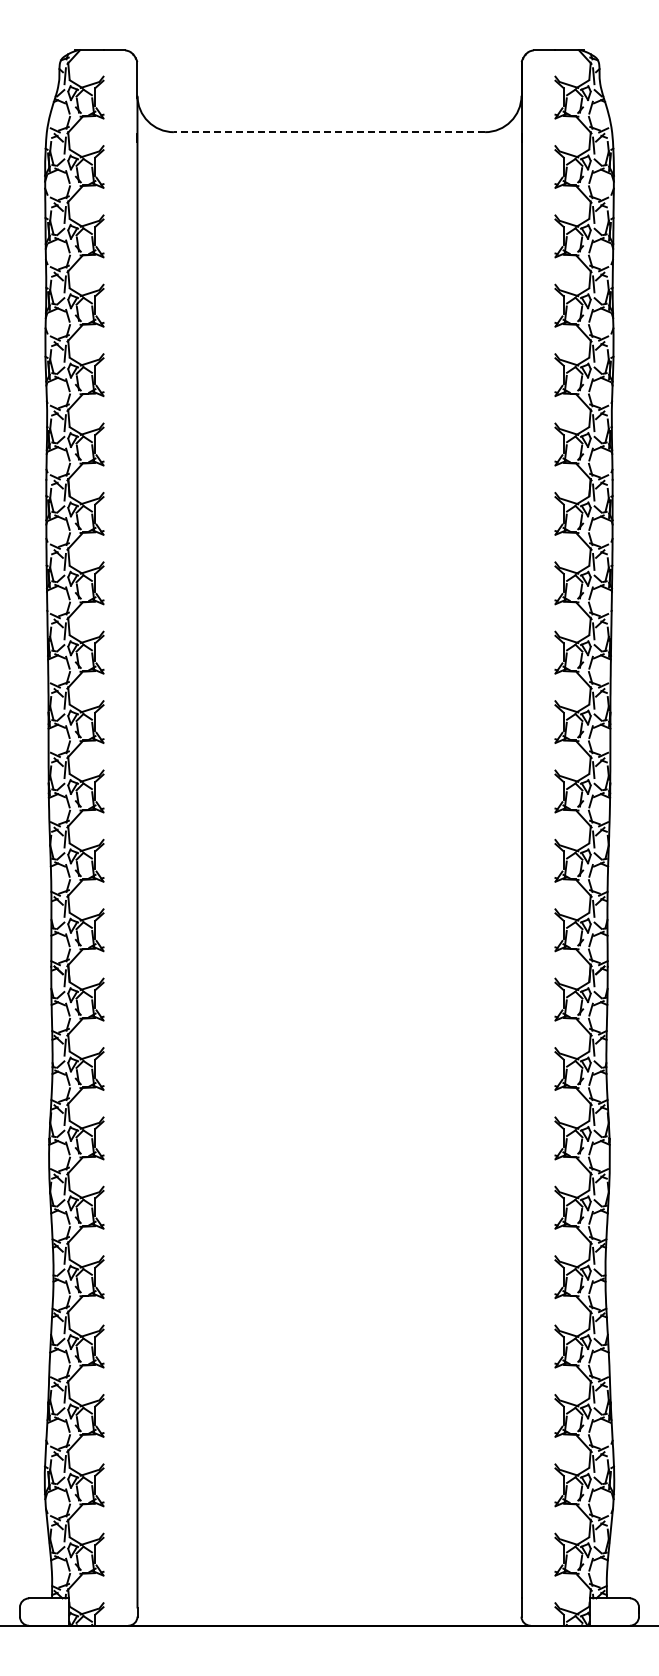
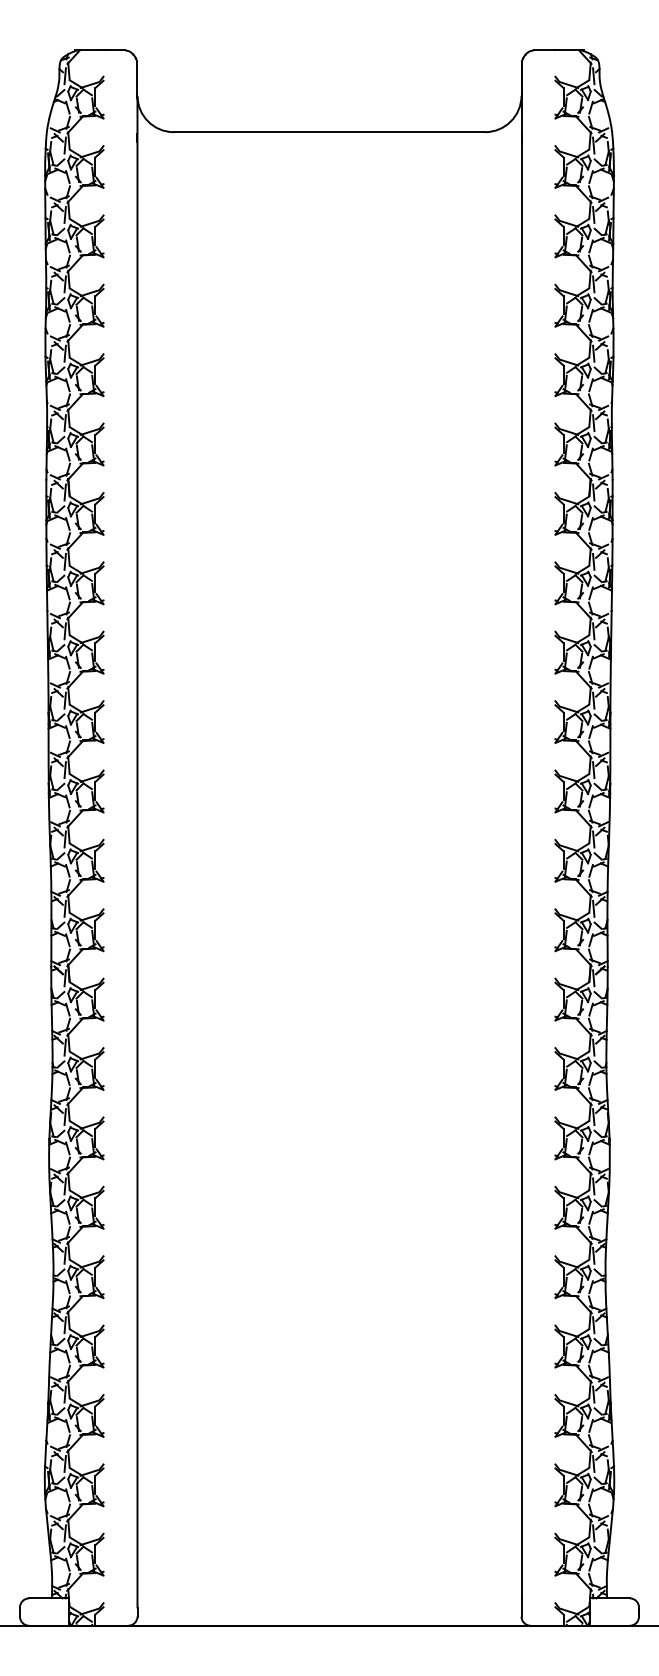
line at (329, 132): dashed -> solid
